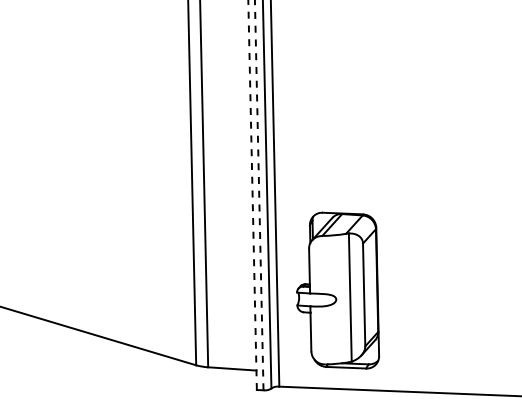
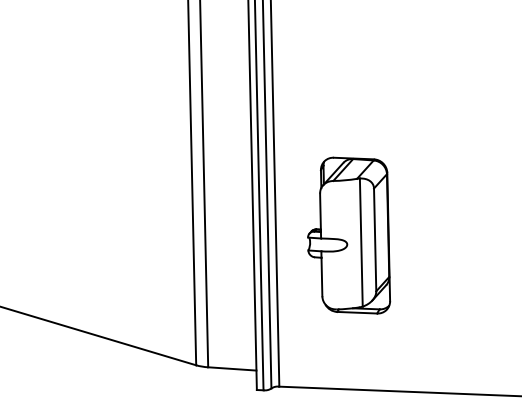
line at (252, 195): dashed -> solid
line at (259, 195): dashed -> solid
part at (338, 290) position: (338, 290) -> (349, 235)
